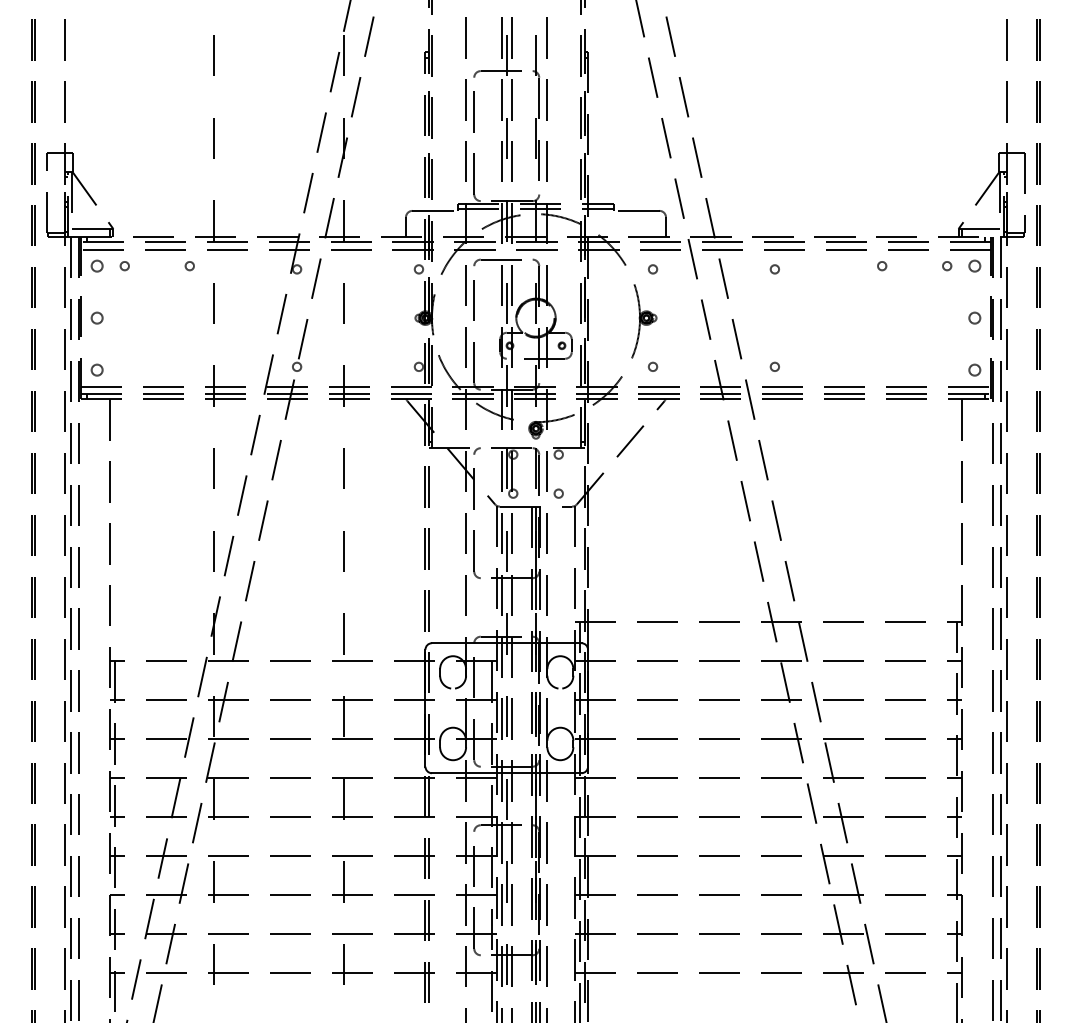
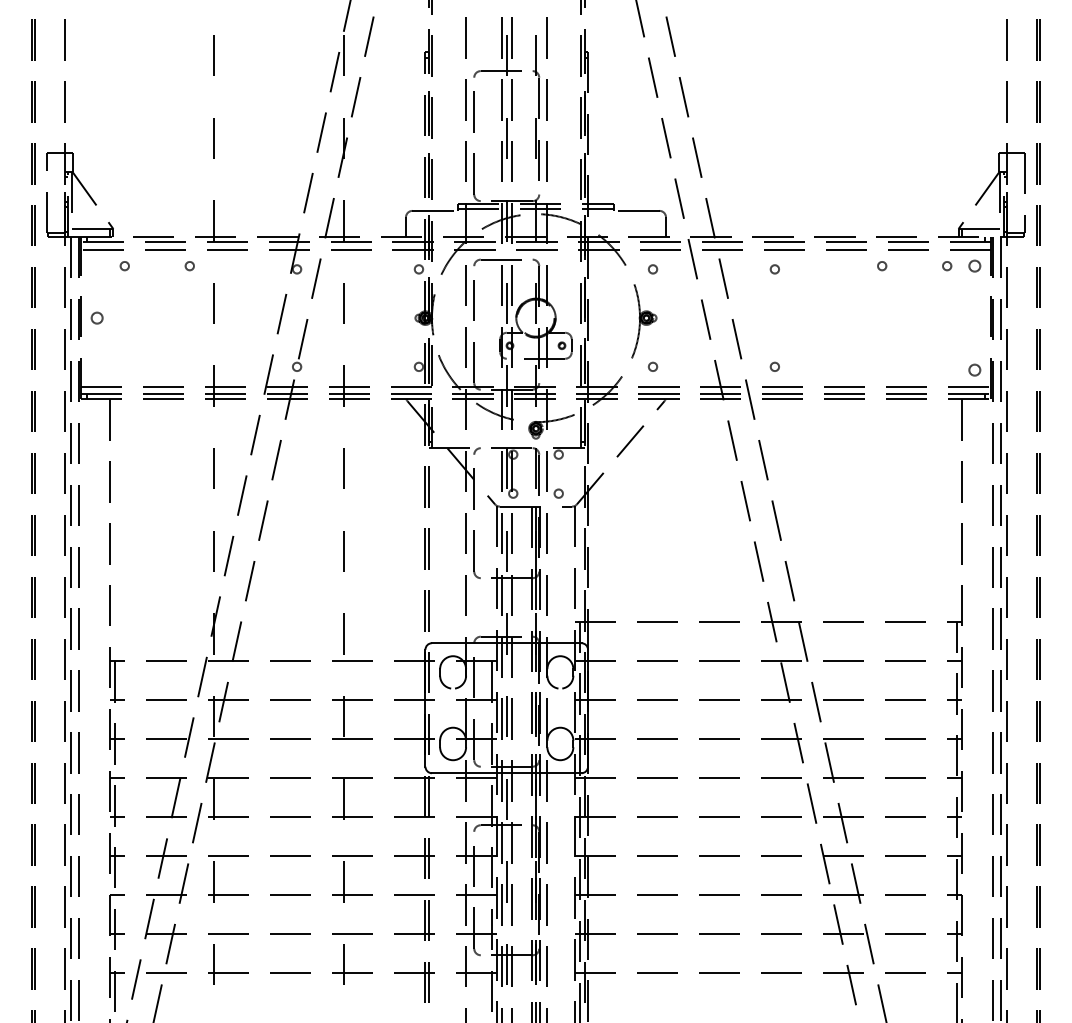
circle at (96, 265): present -> none
circle at (974, 317): present -> none
circle at (96, 369): present -> none
